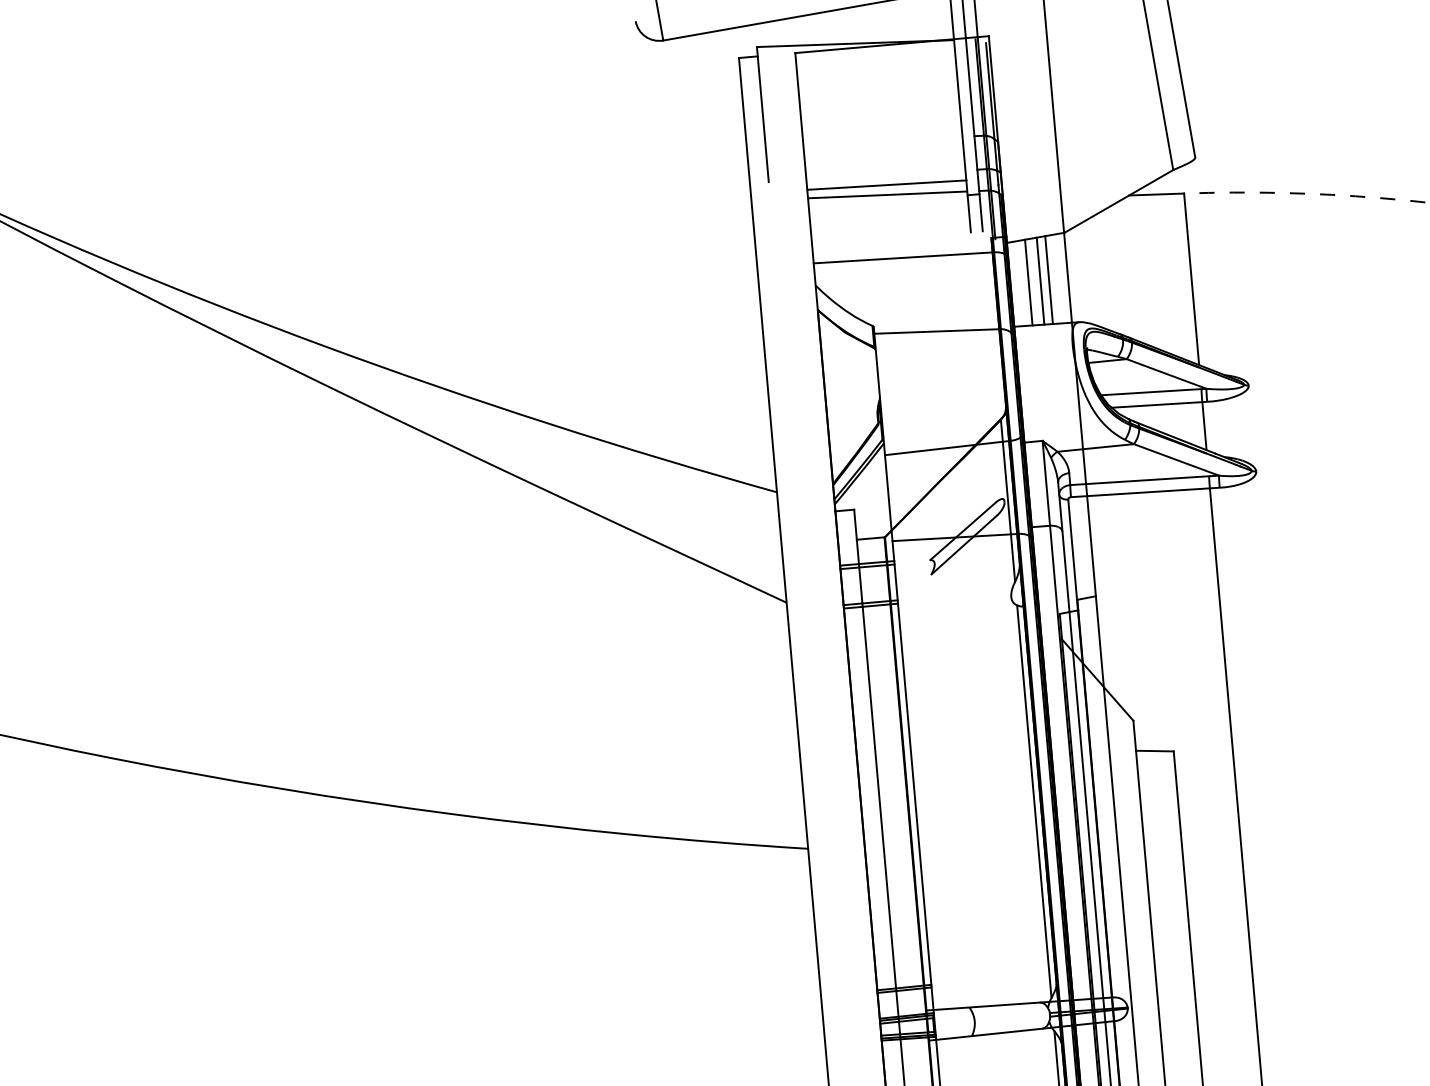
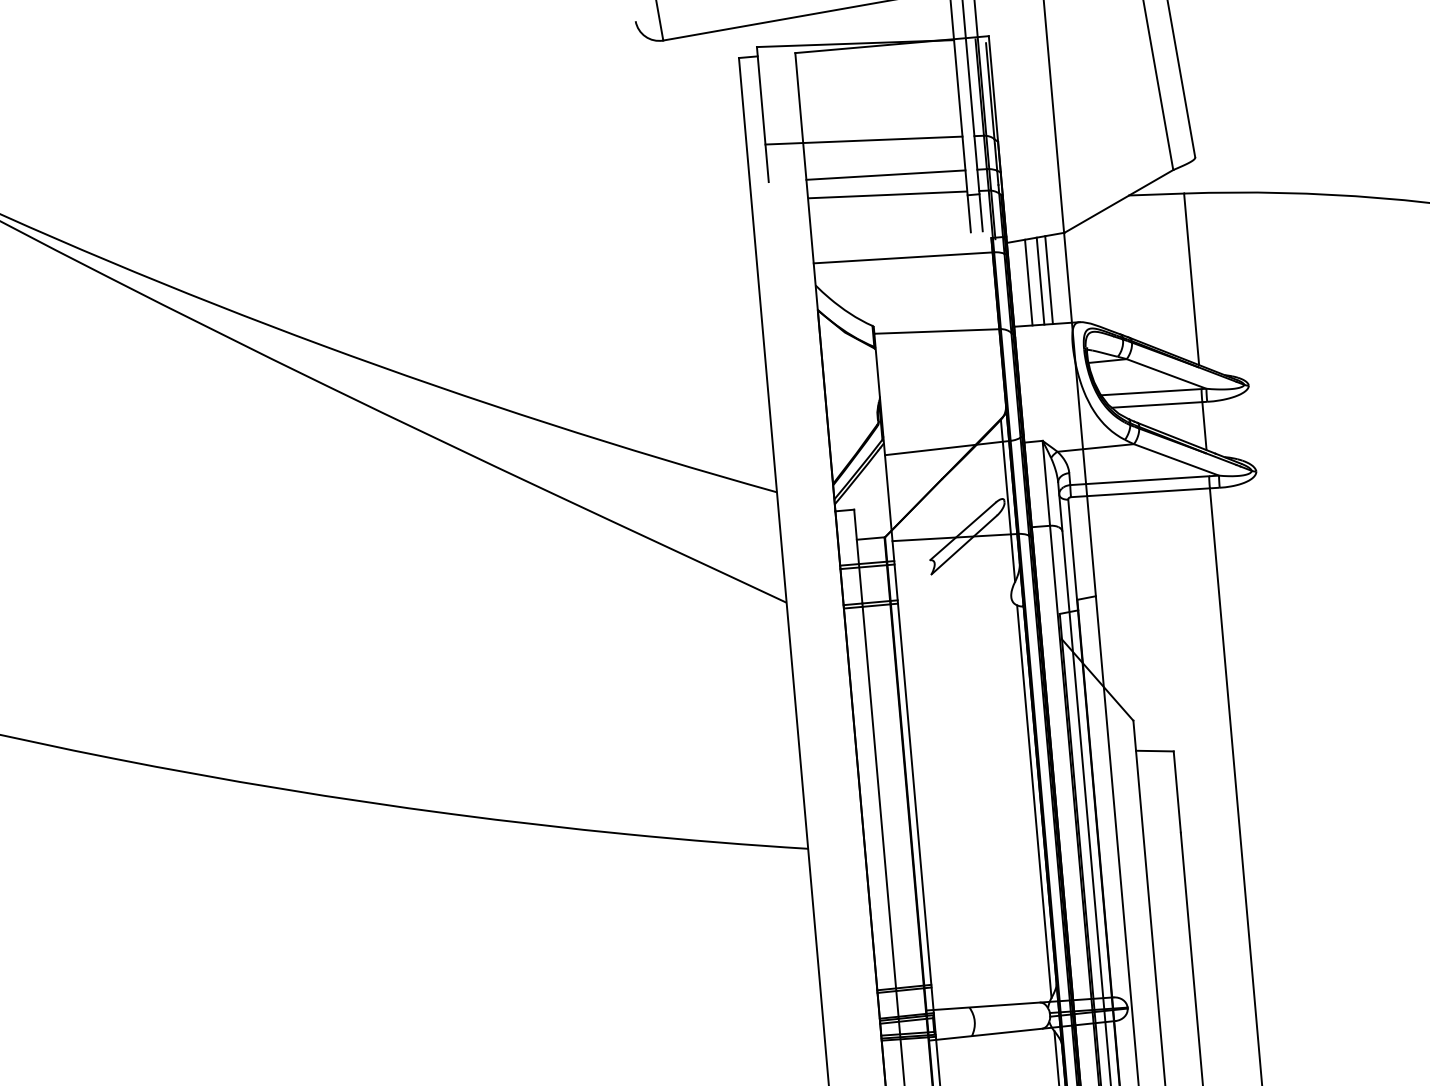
line at (863, 140): none -> present
line at (886, 184) position: (886, 184) -> (885, 174)
arc at (1306, 193): dashed -> solid
